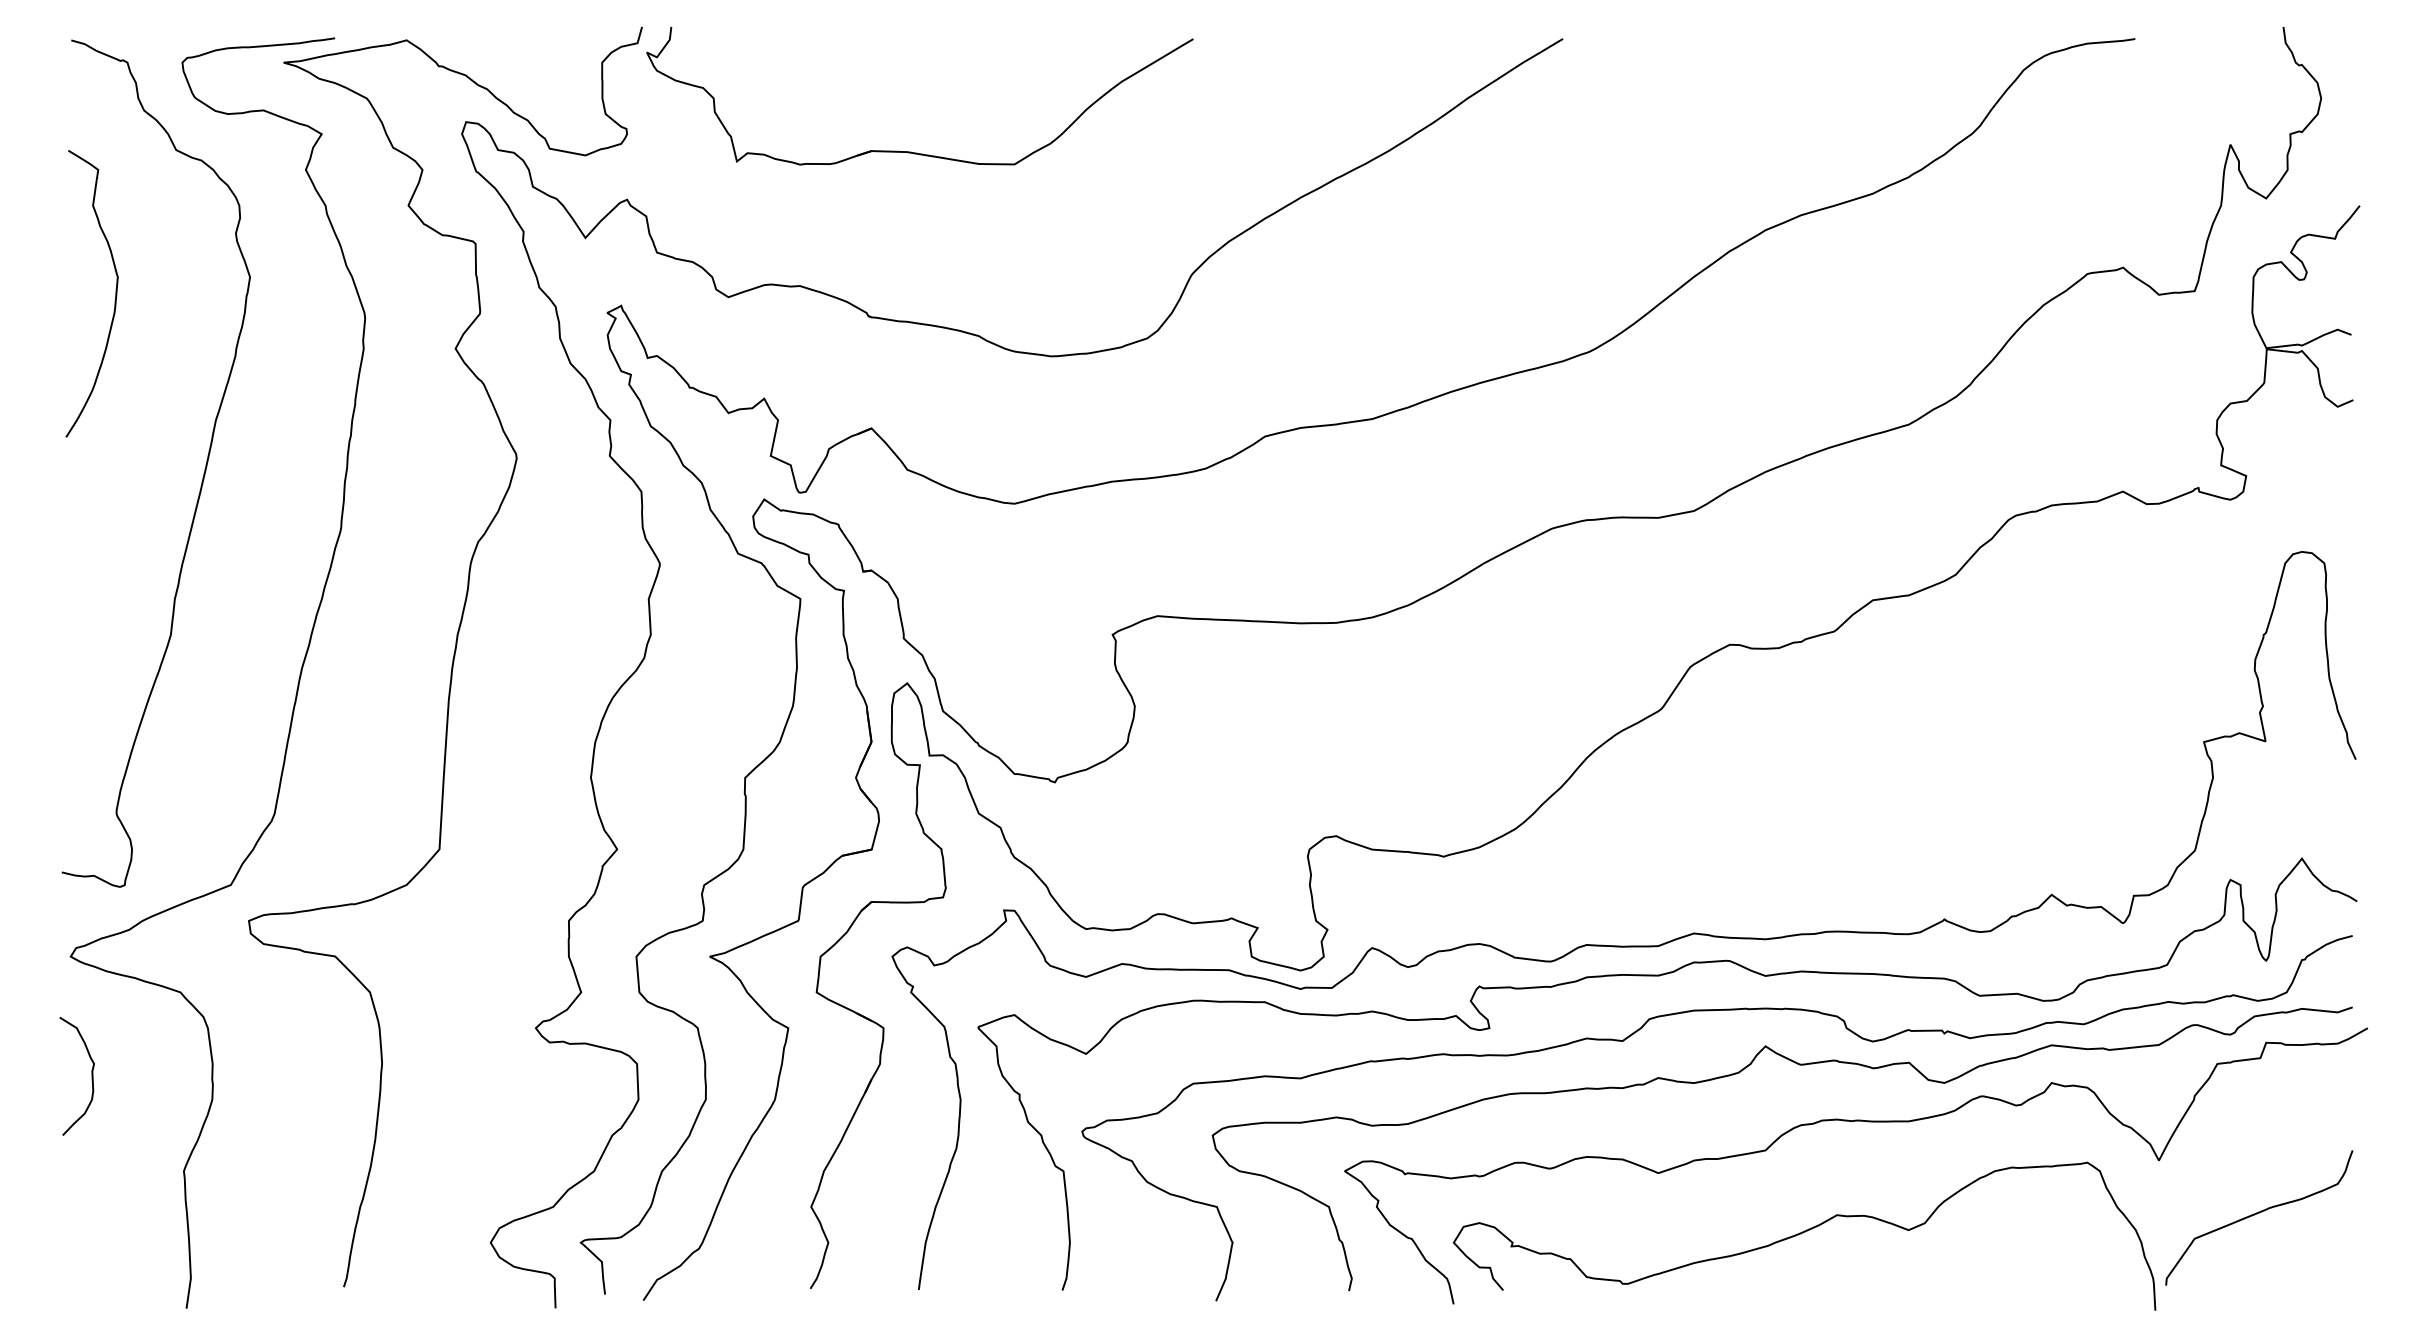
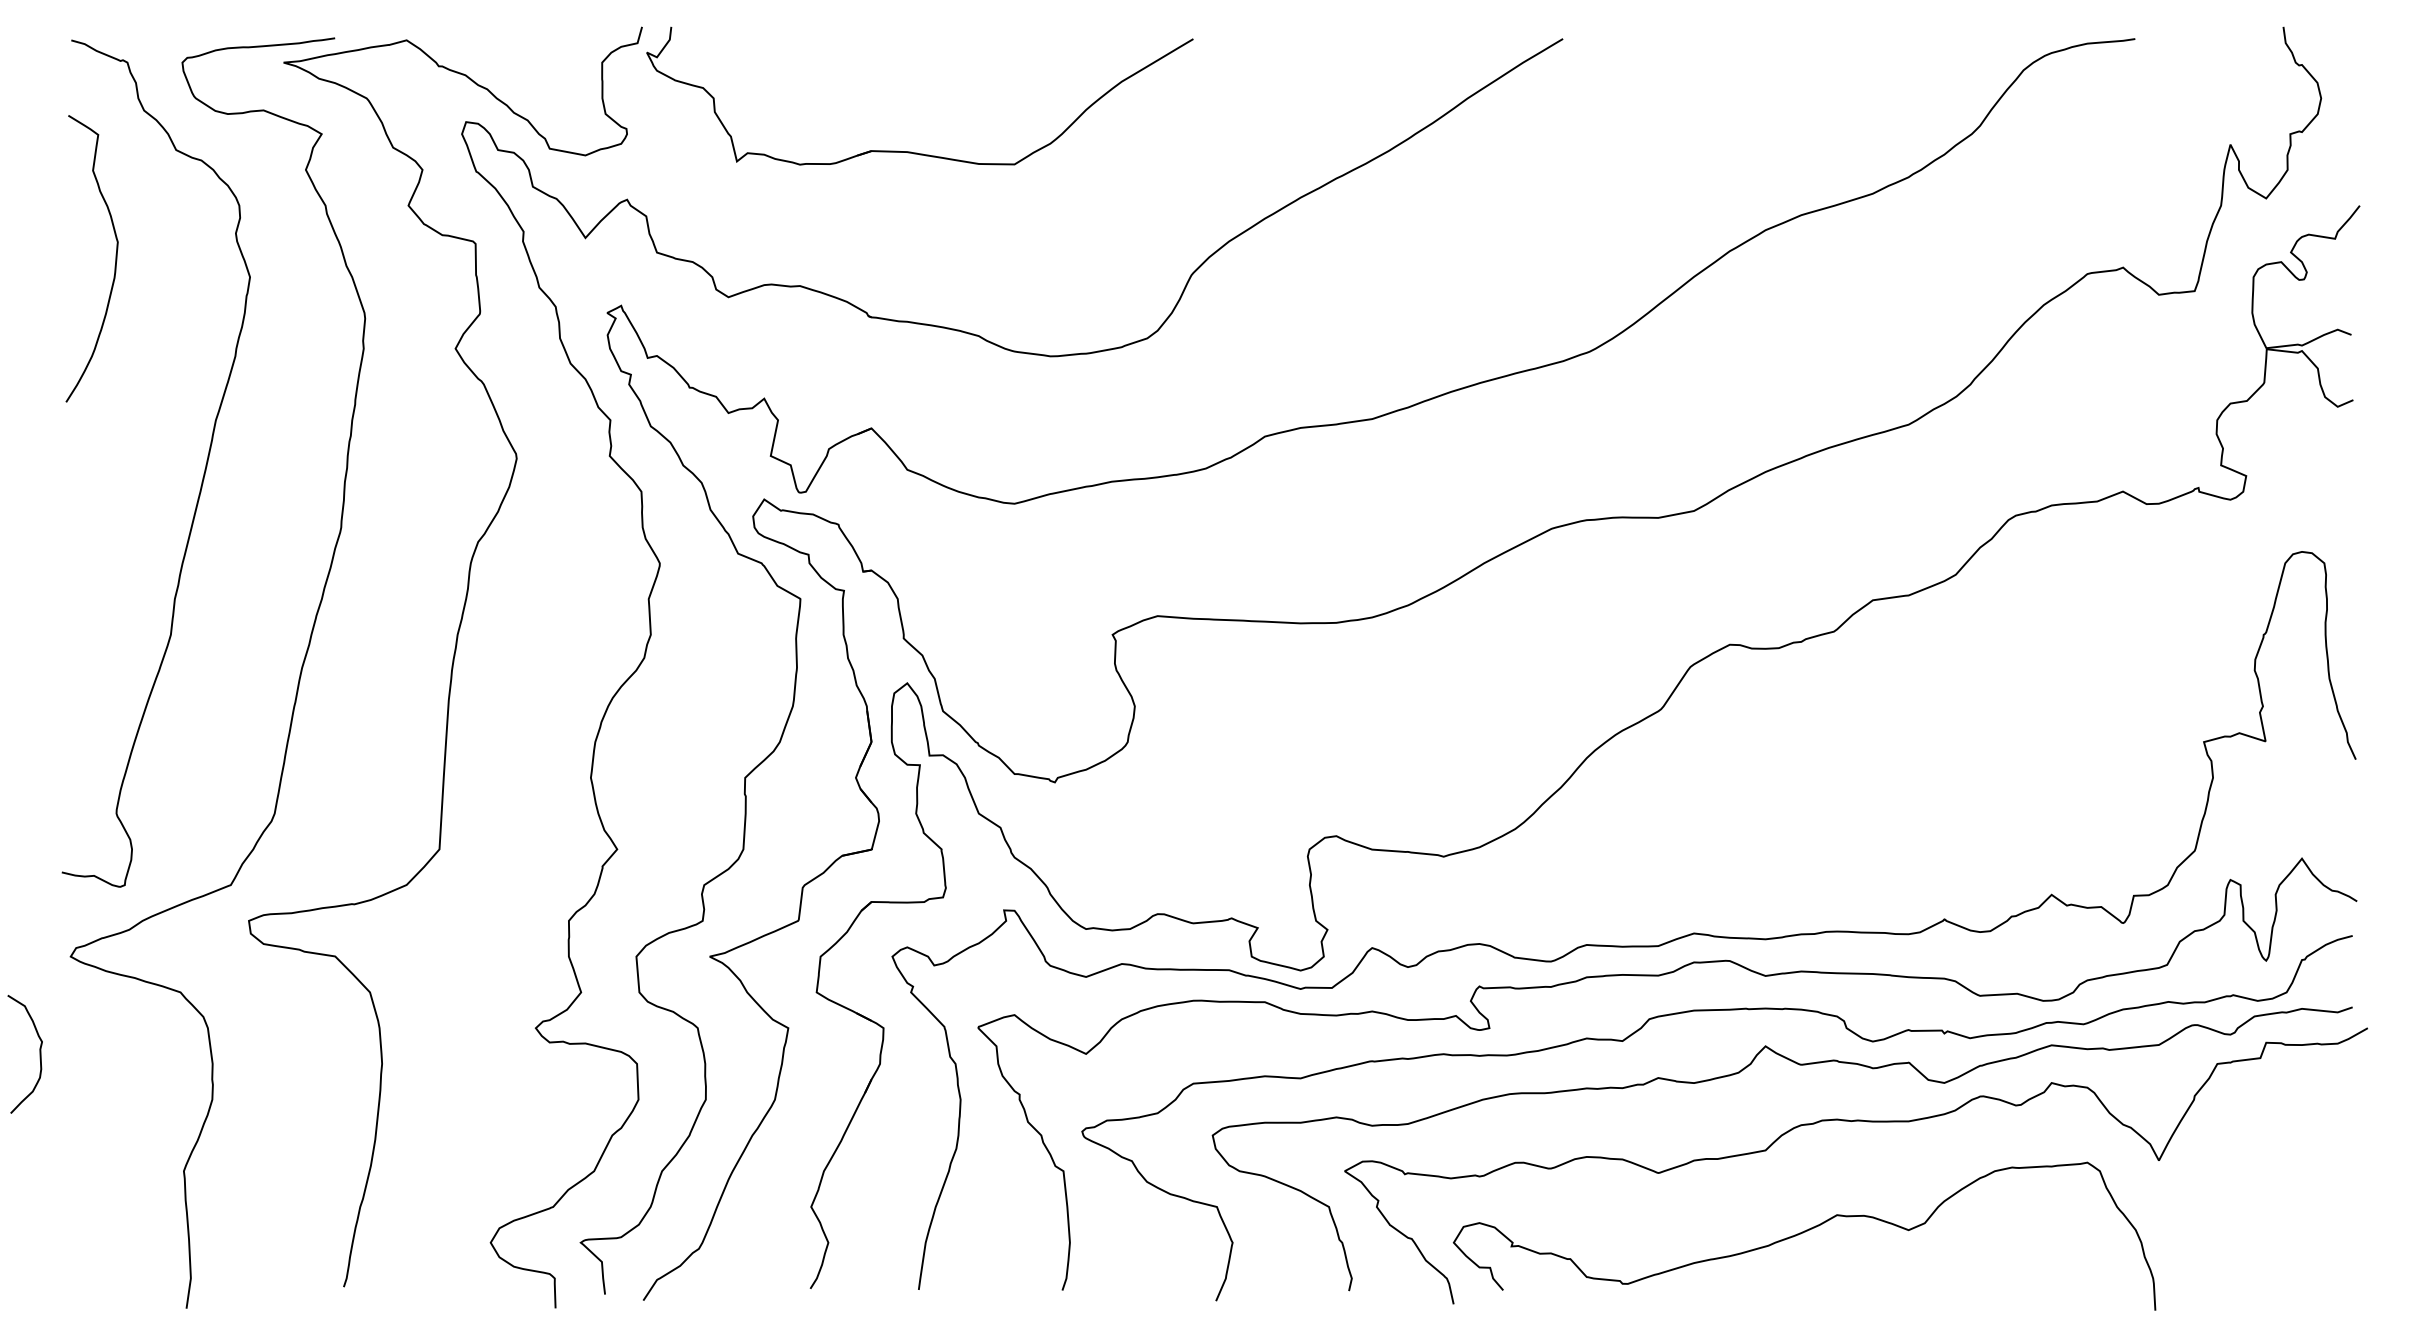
curve at (115, 293) position: (115, 293) -> (115, 258)
curve at (91, 1076) position: (91, 1076) -> (39, 1054)
curve at (2257, 1214): present -> none
